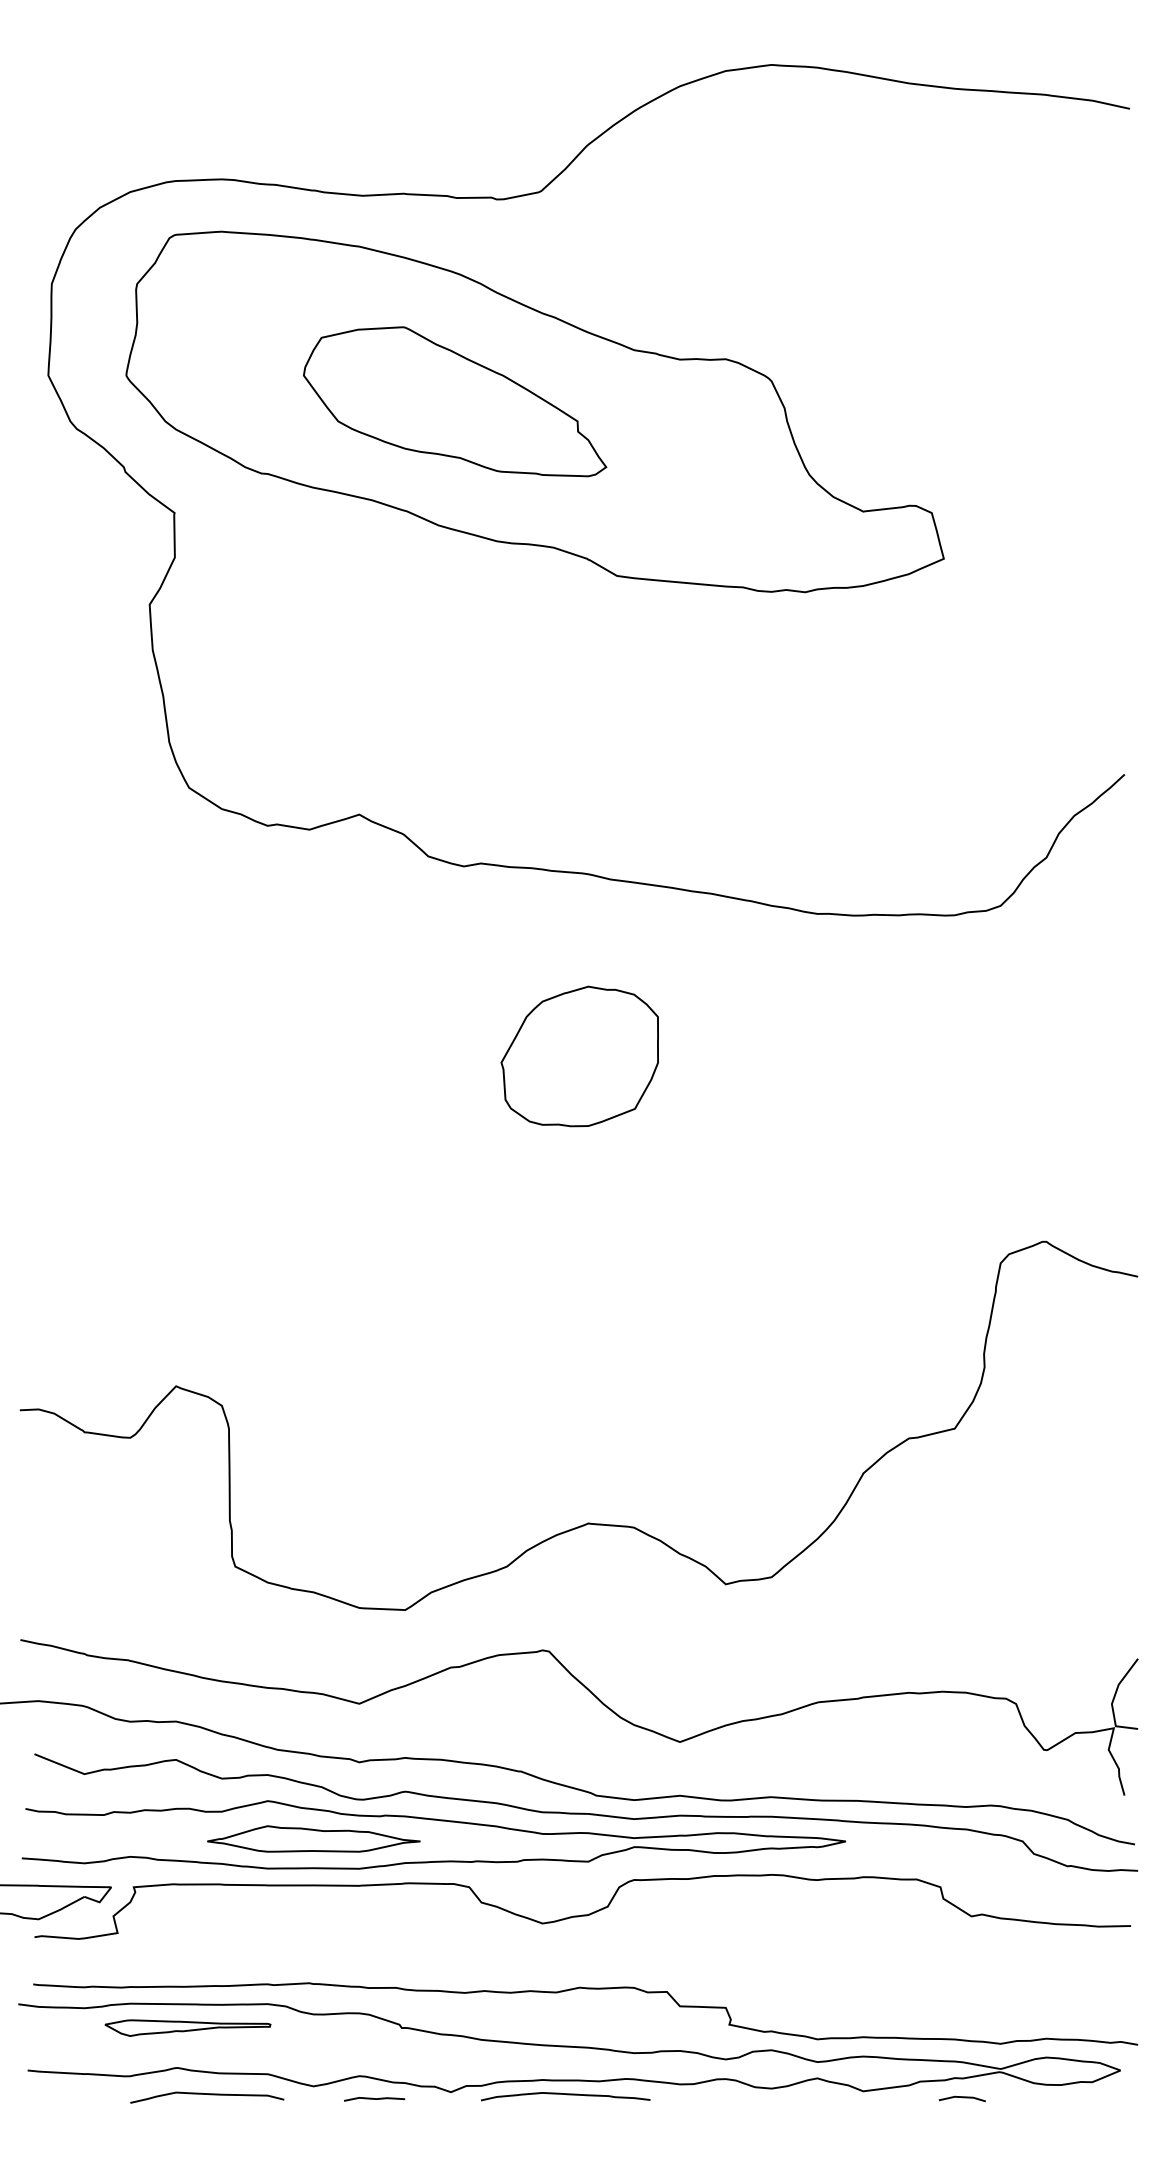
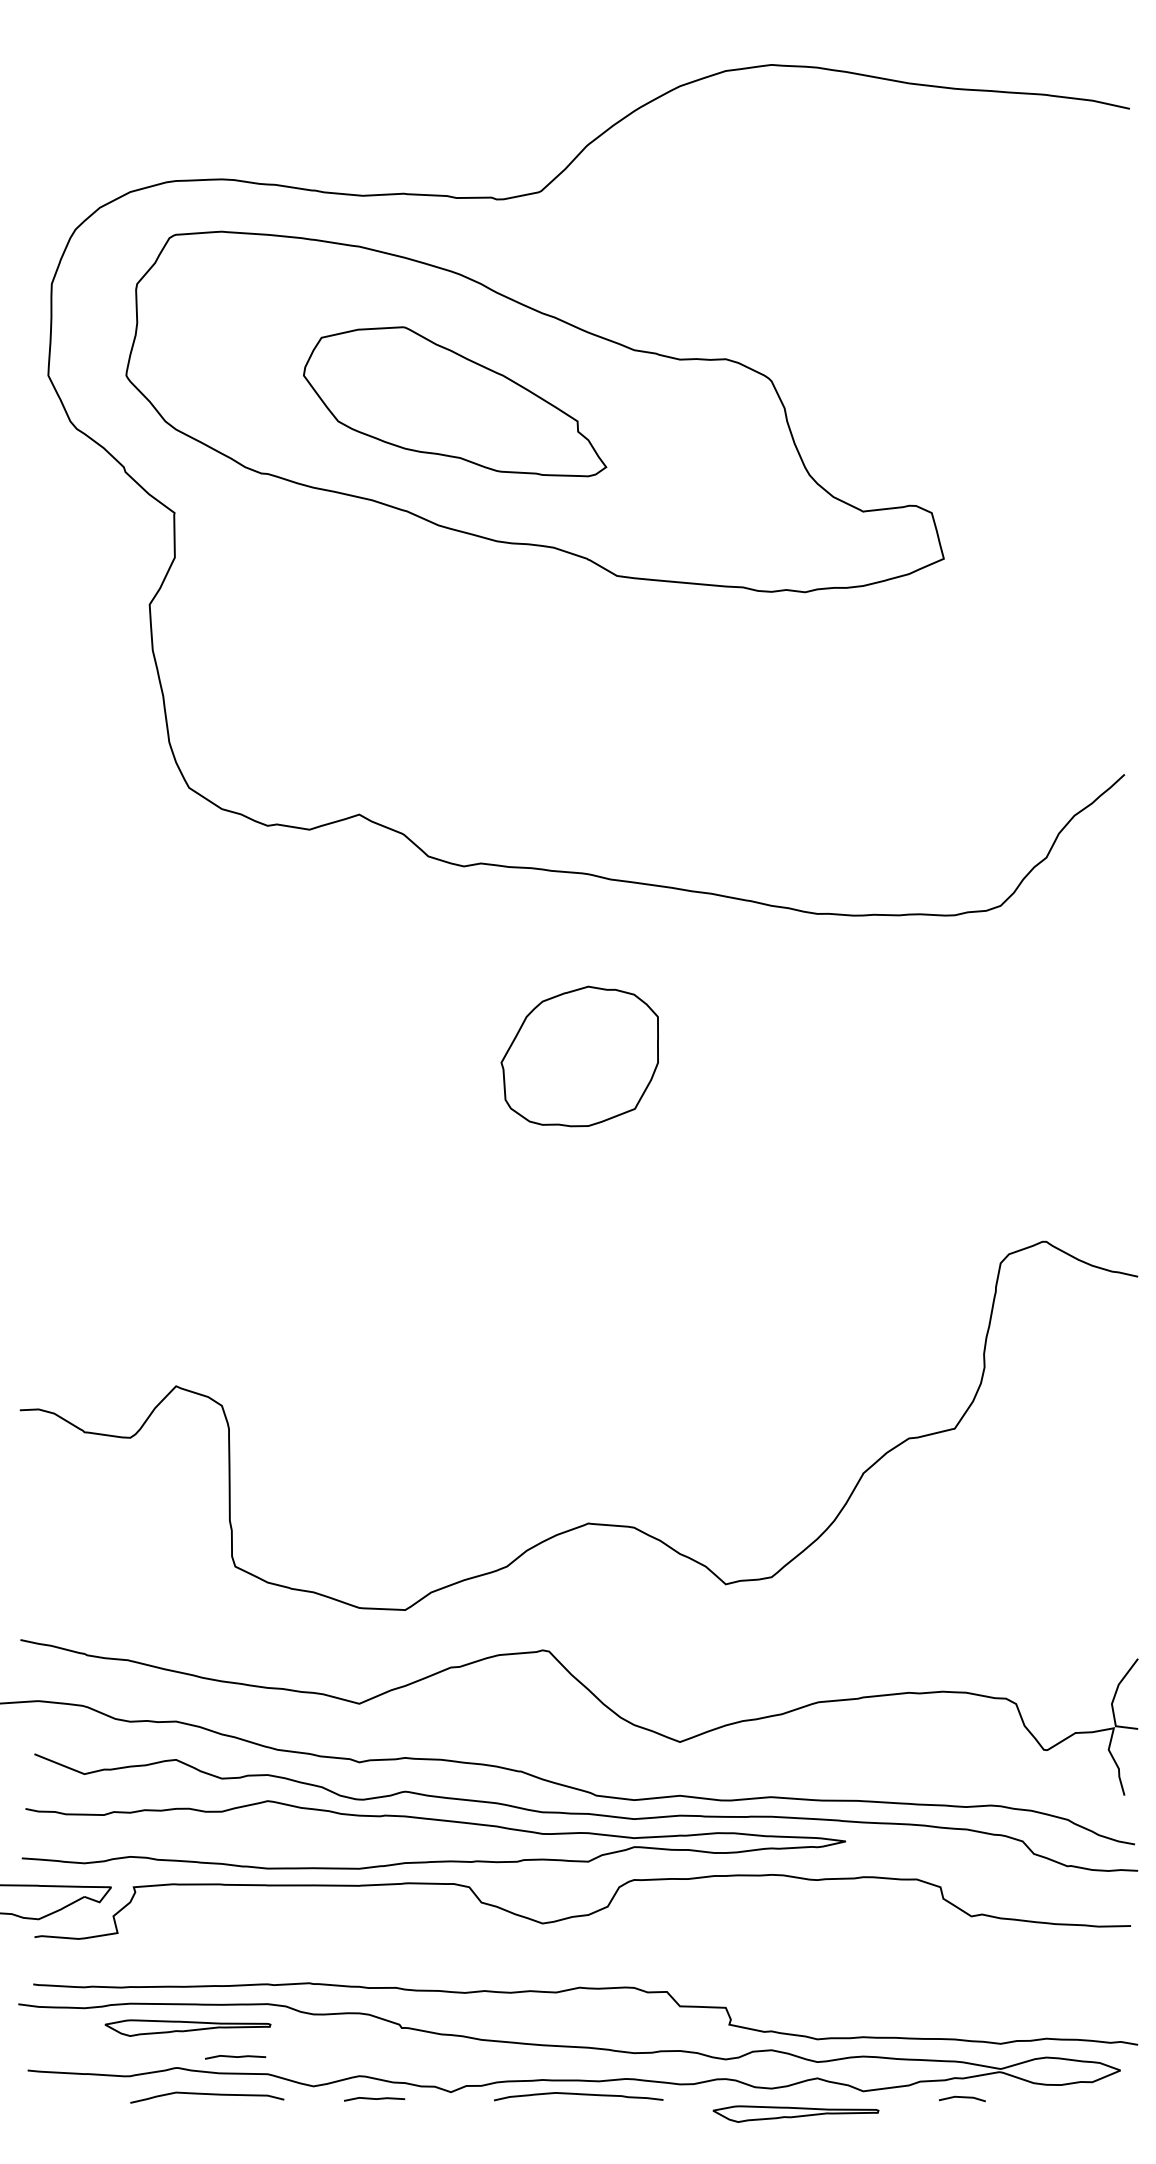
part at (313, 1838): present -> none
line at (235, 2057): none -> present
curve at (566, 2095) position: (566, 2095) -> (579, 2095)
part at (795, 2113): none -> present
